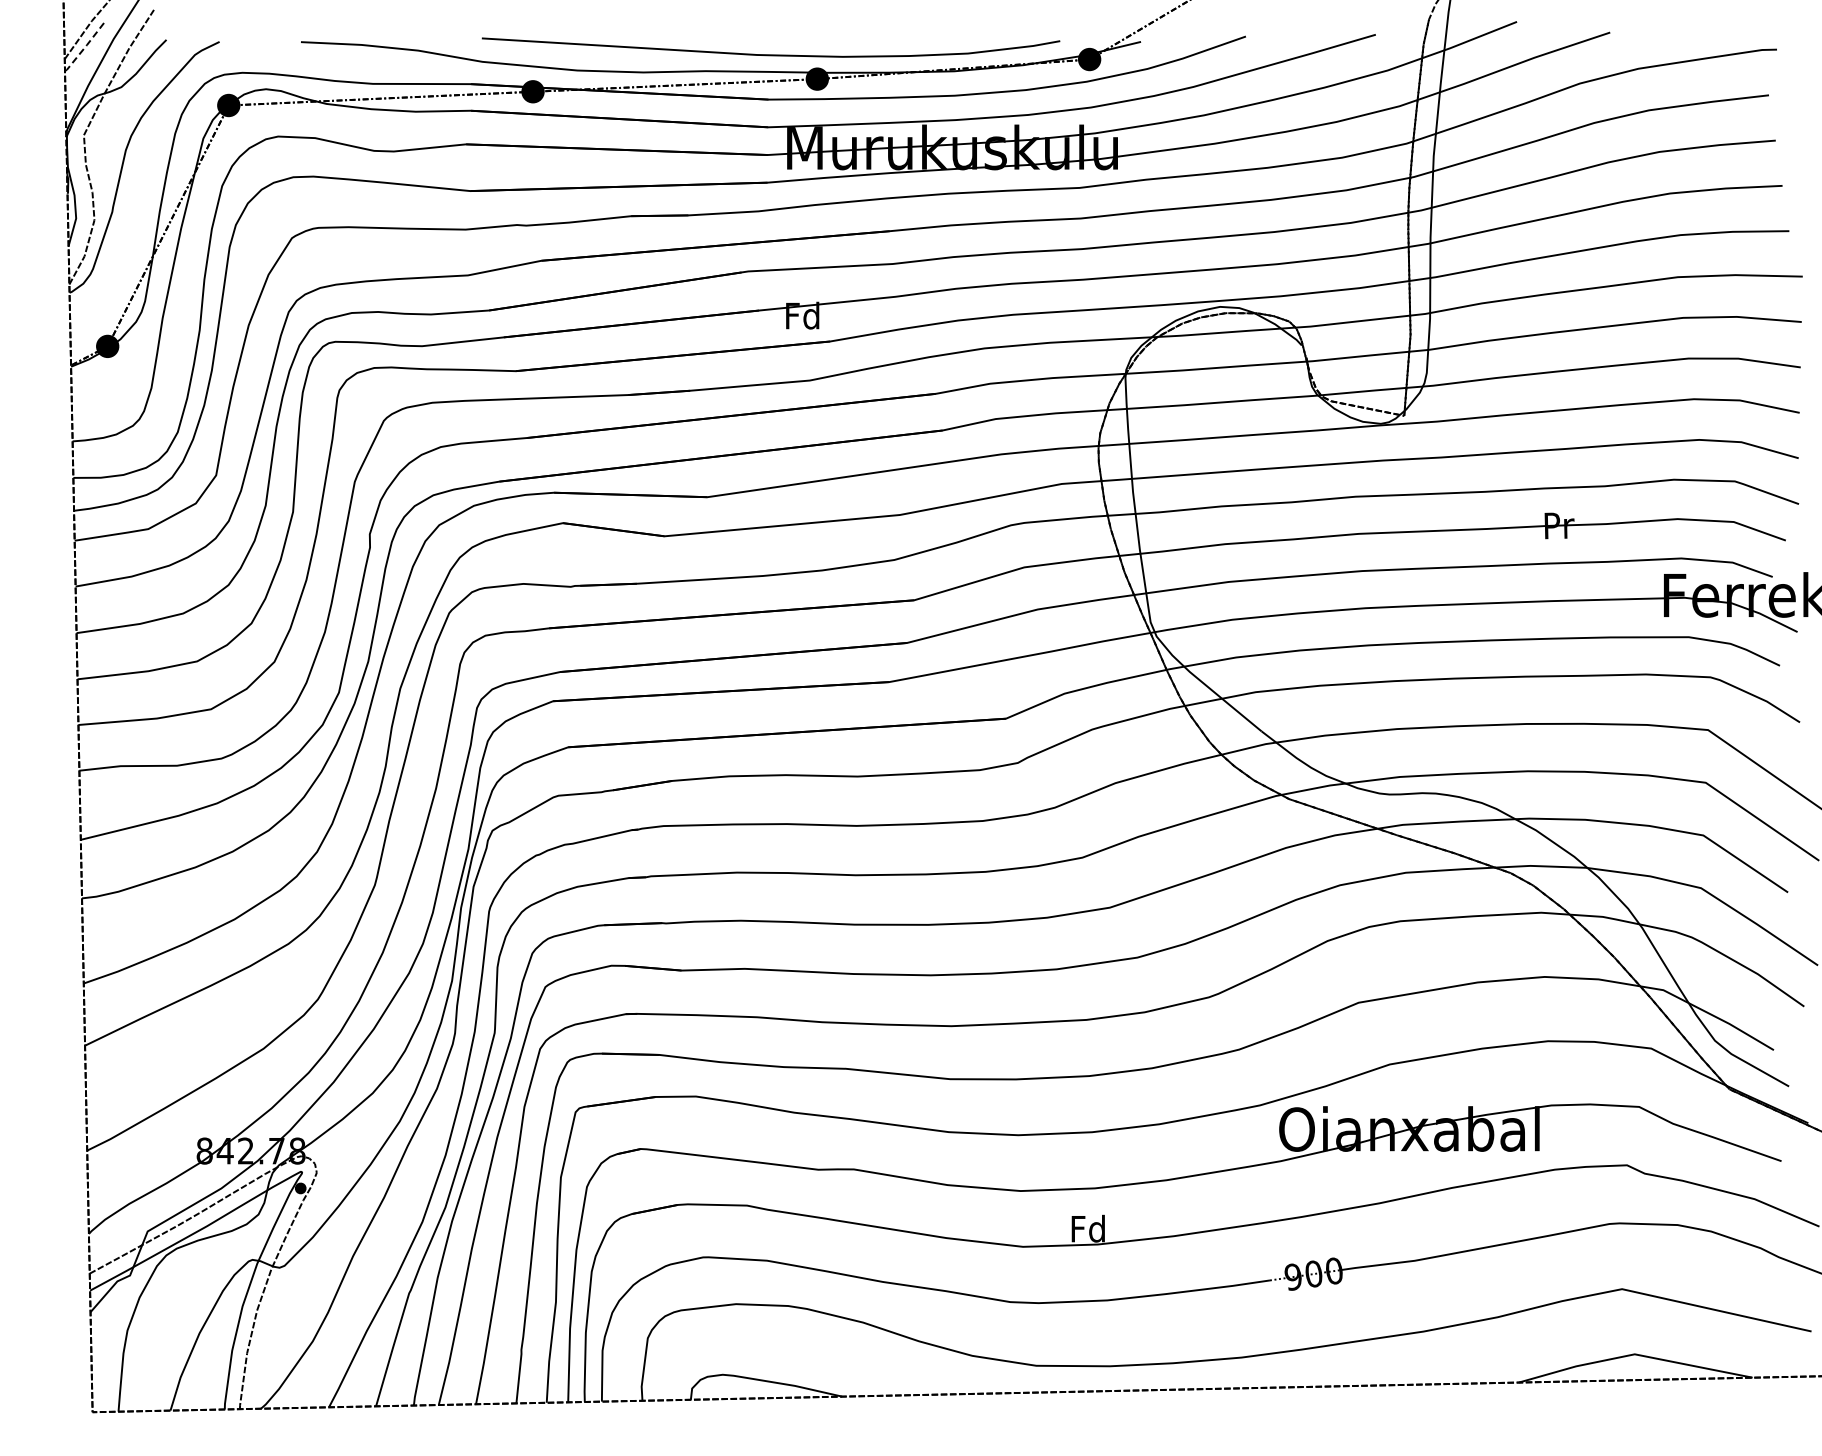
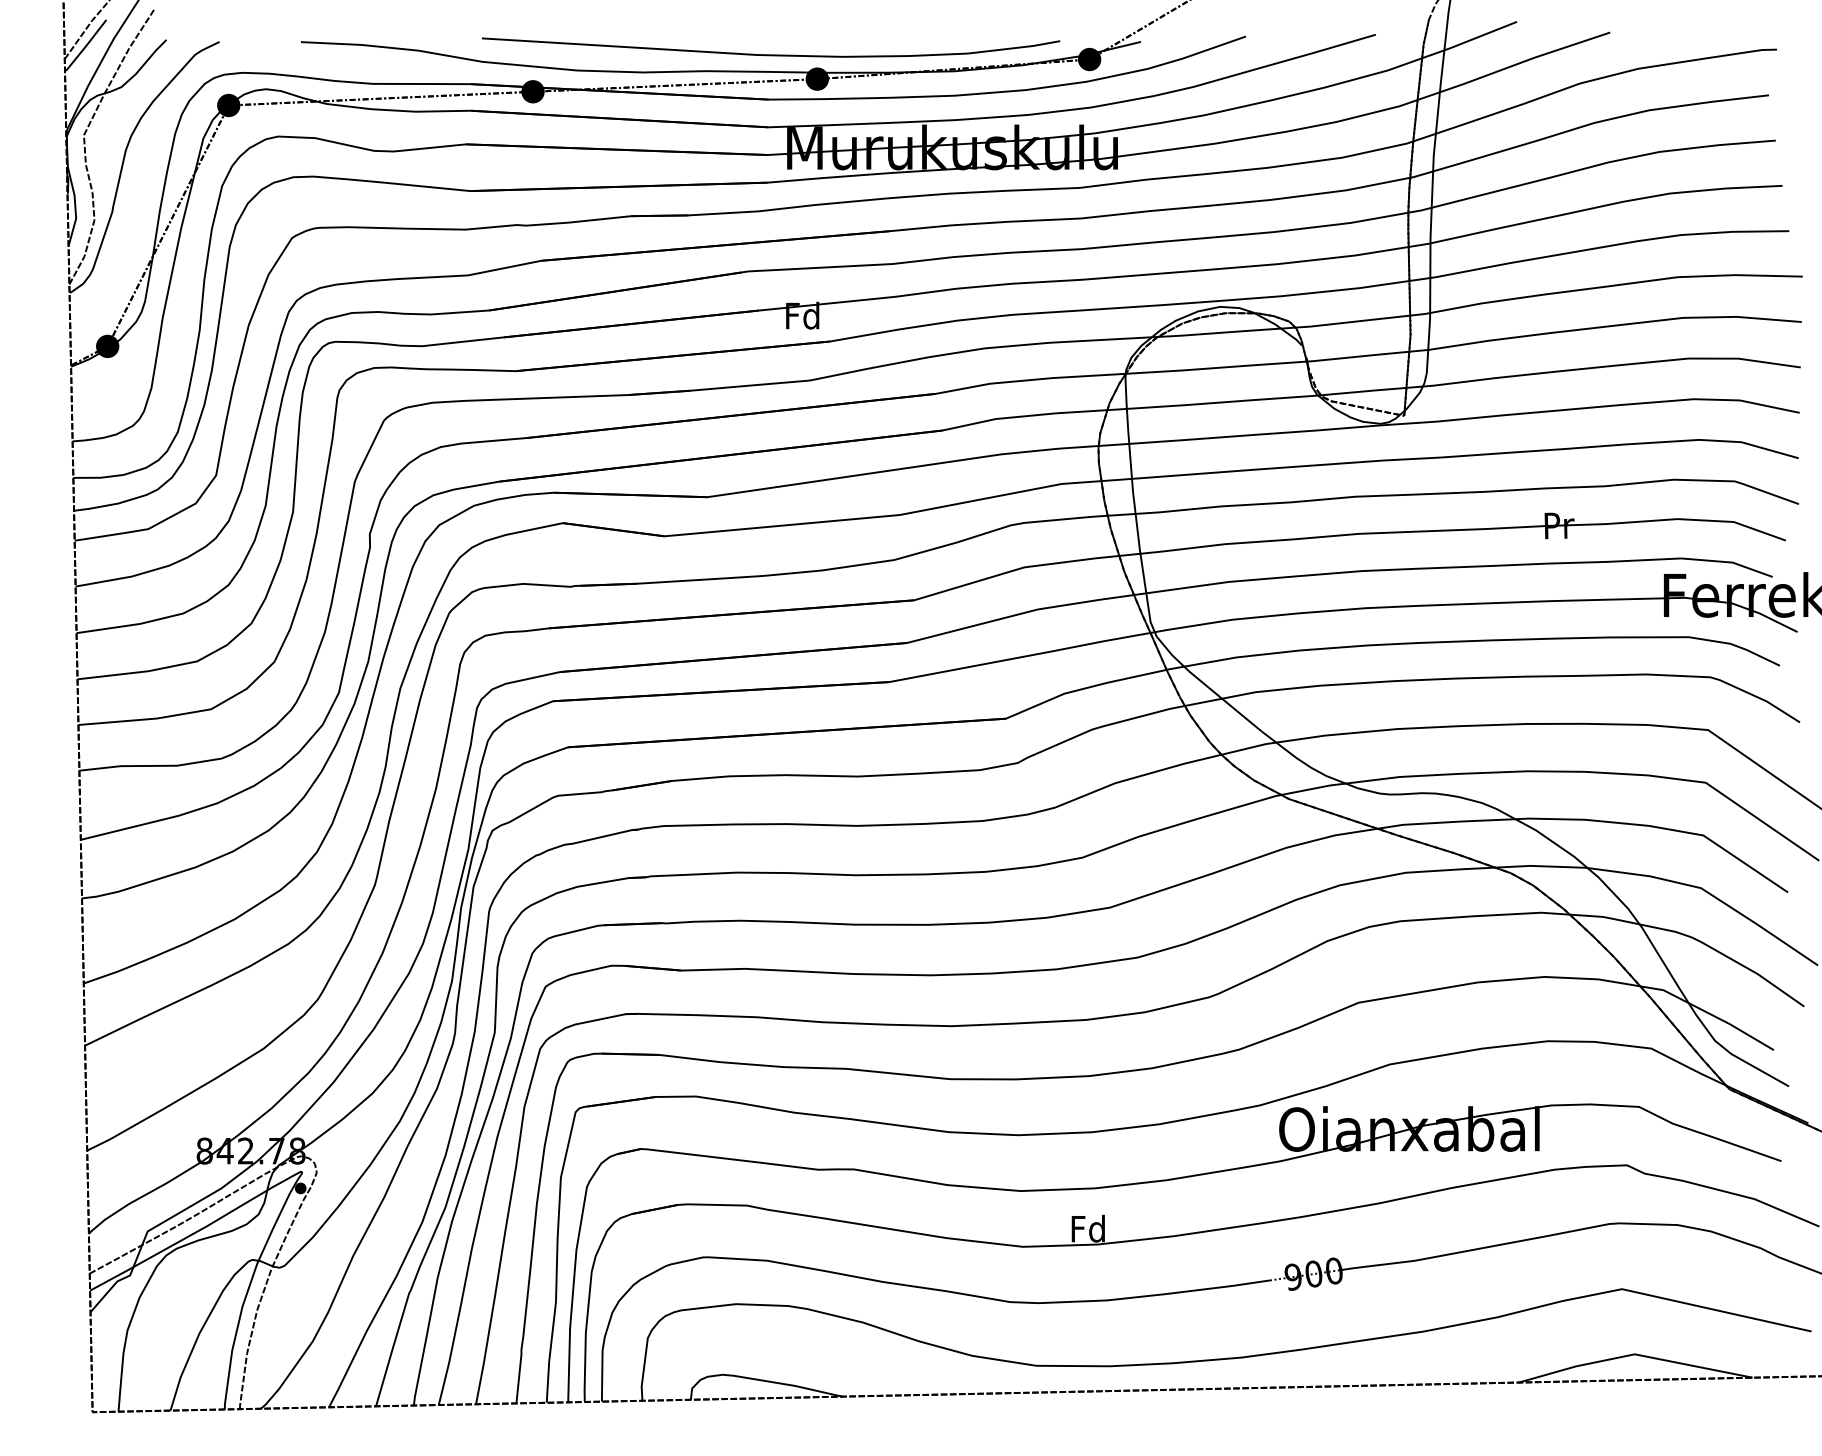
line at (86, 45): dashed -> solid
